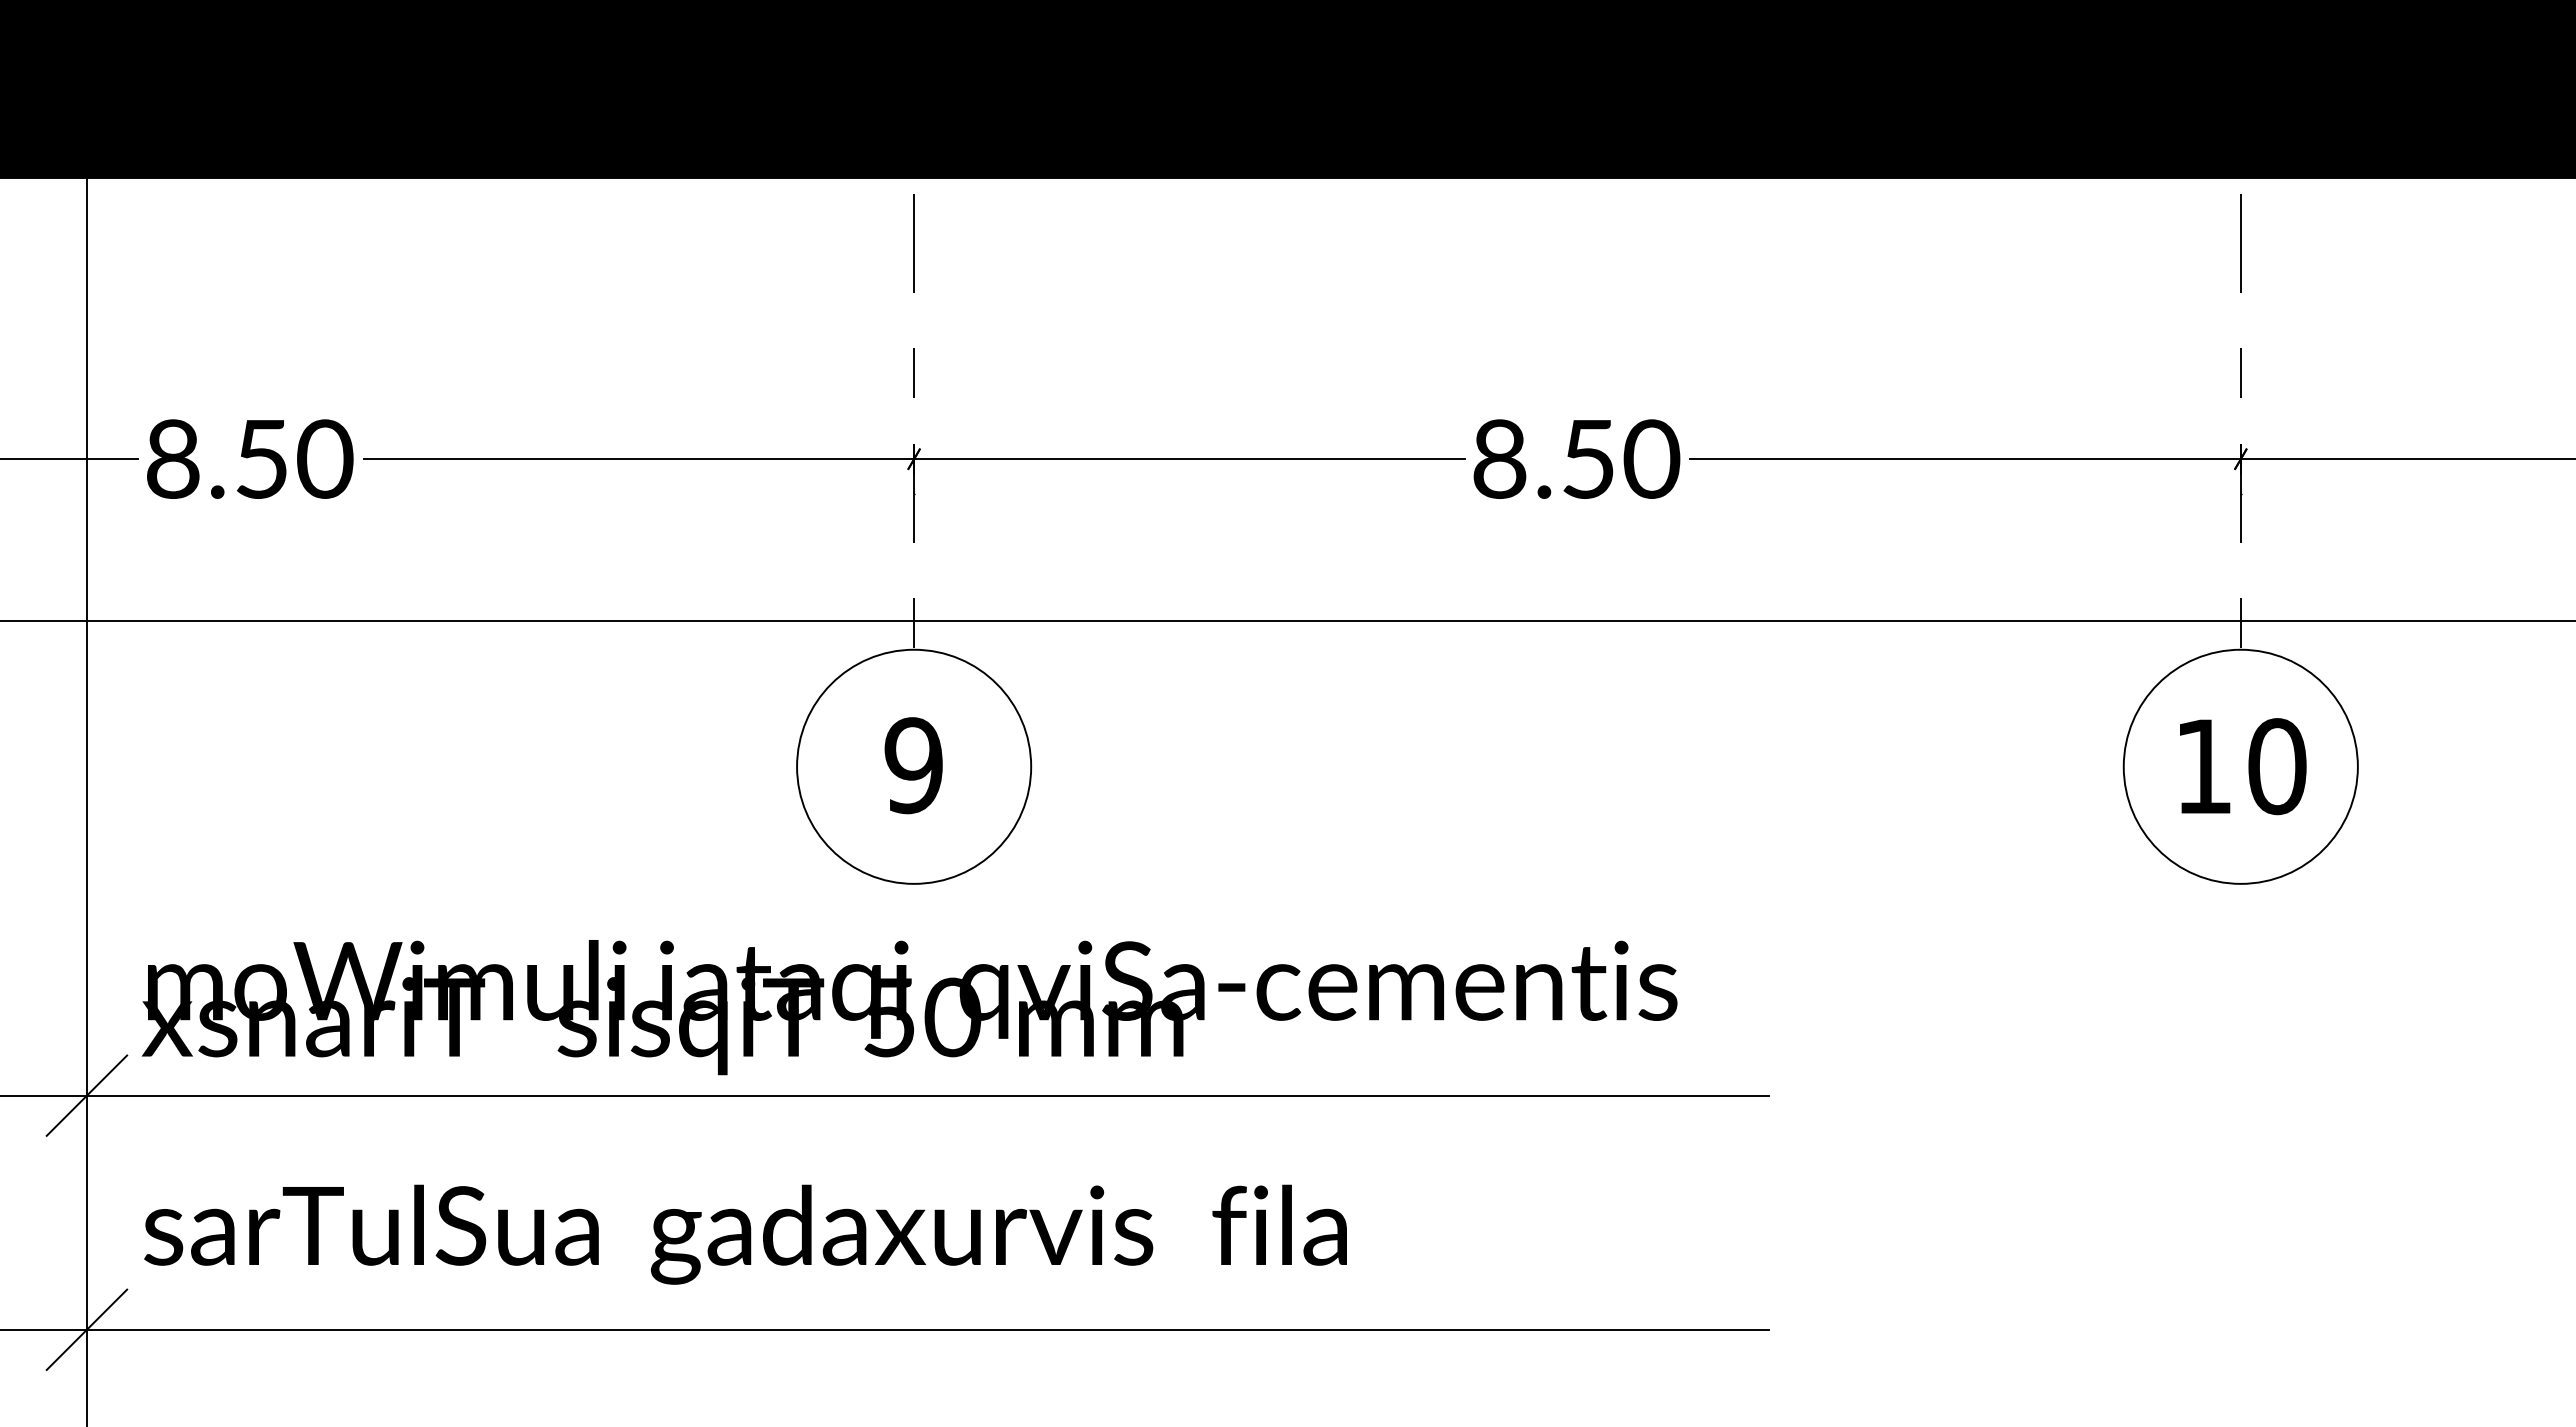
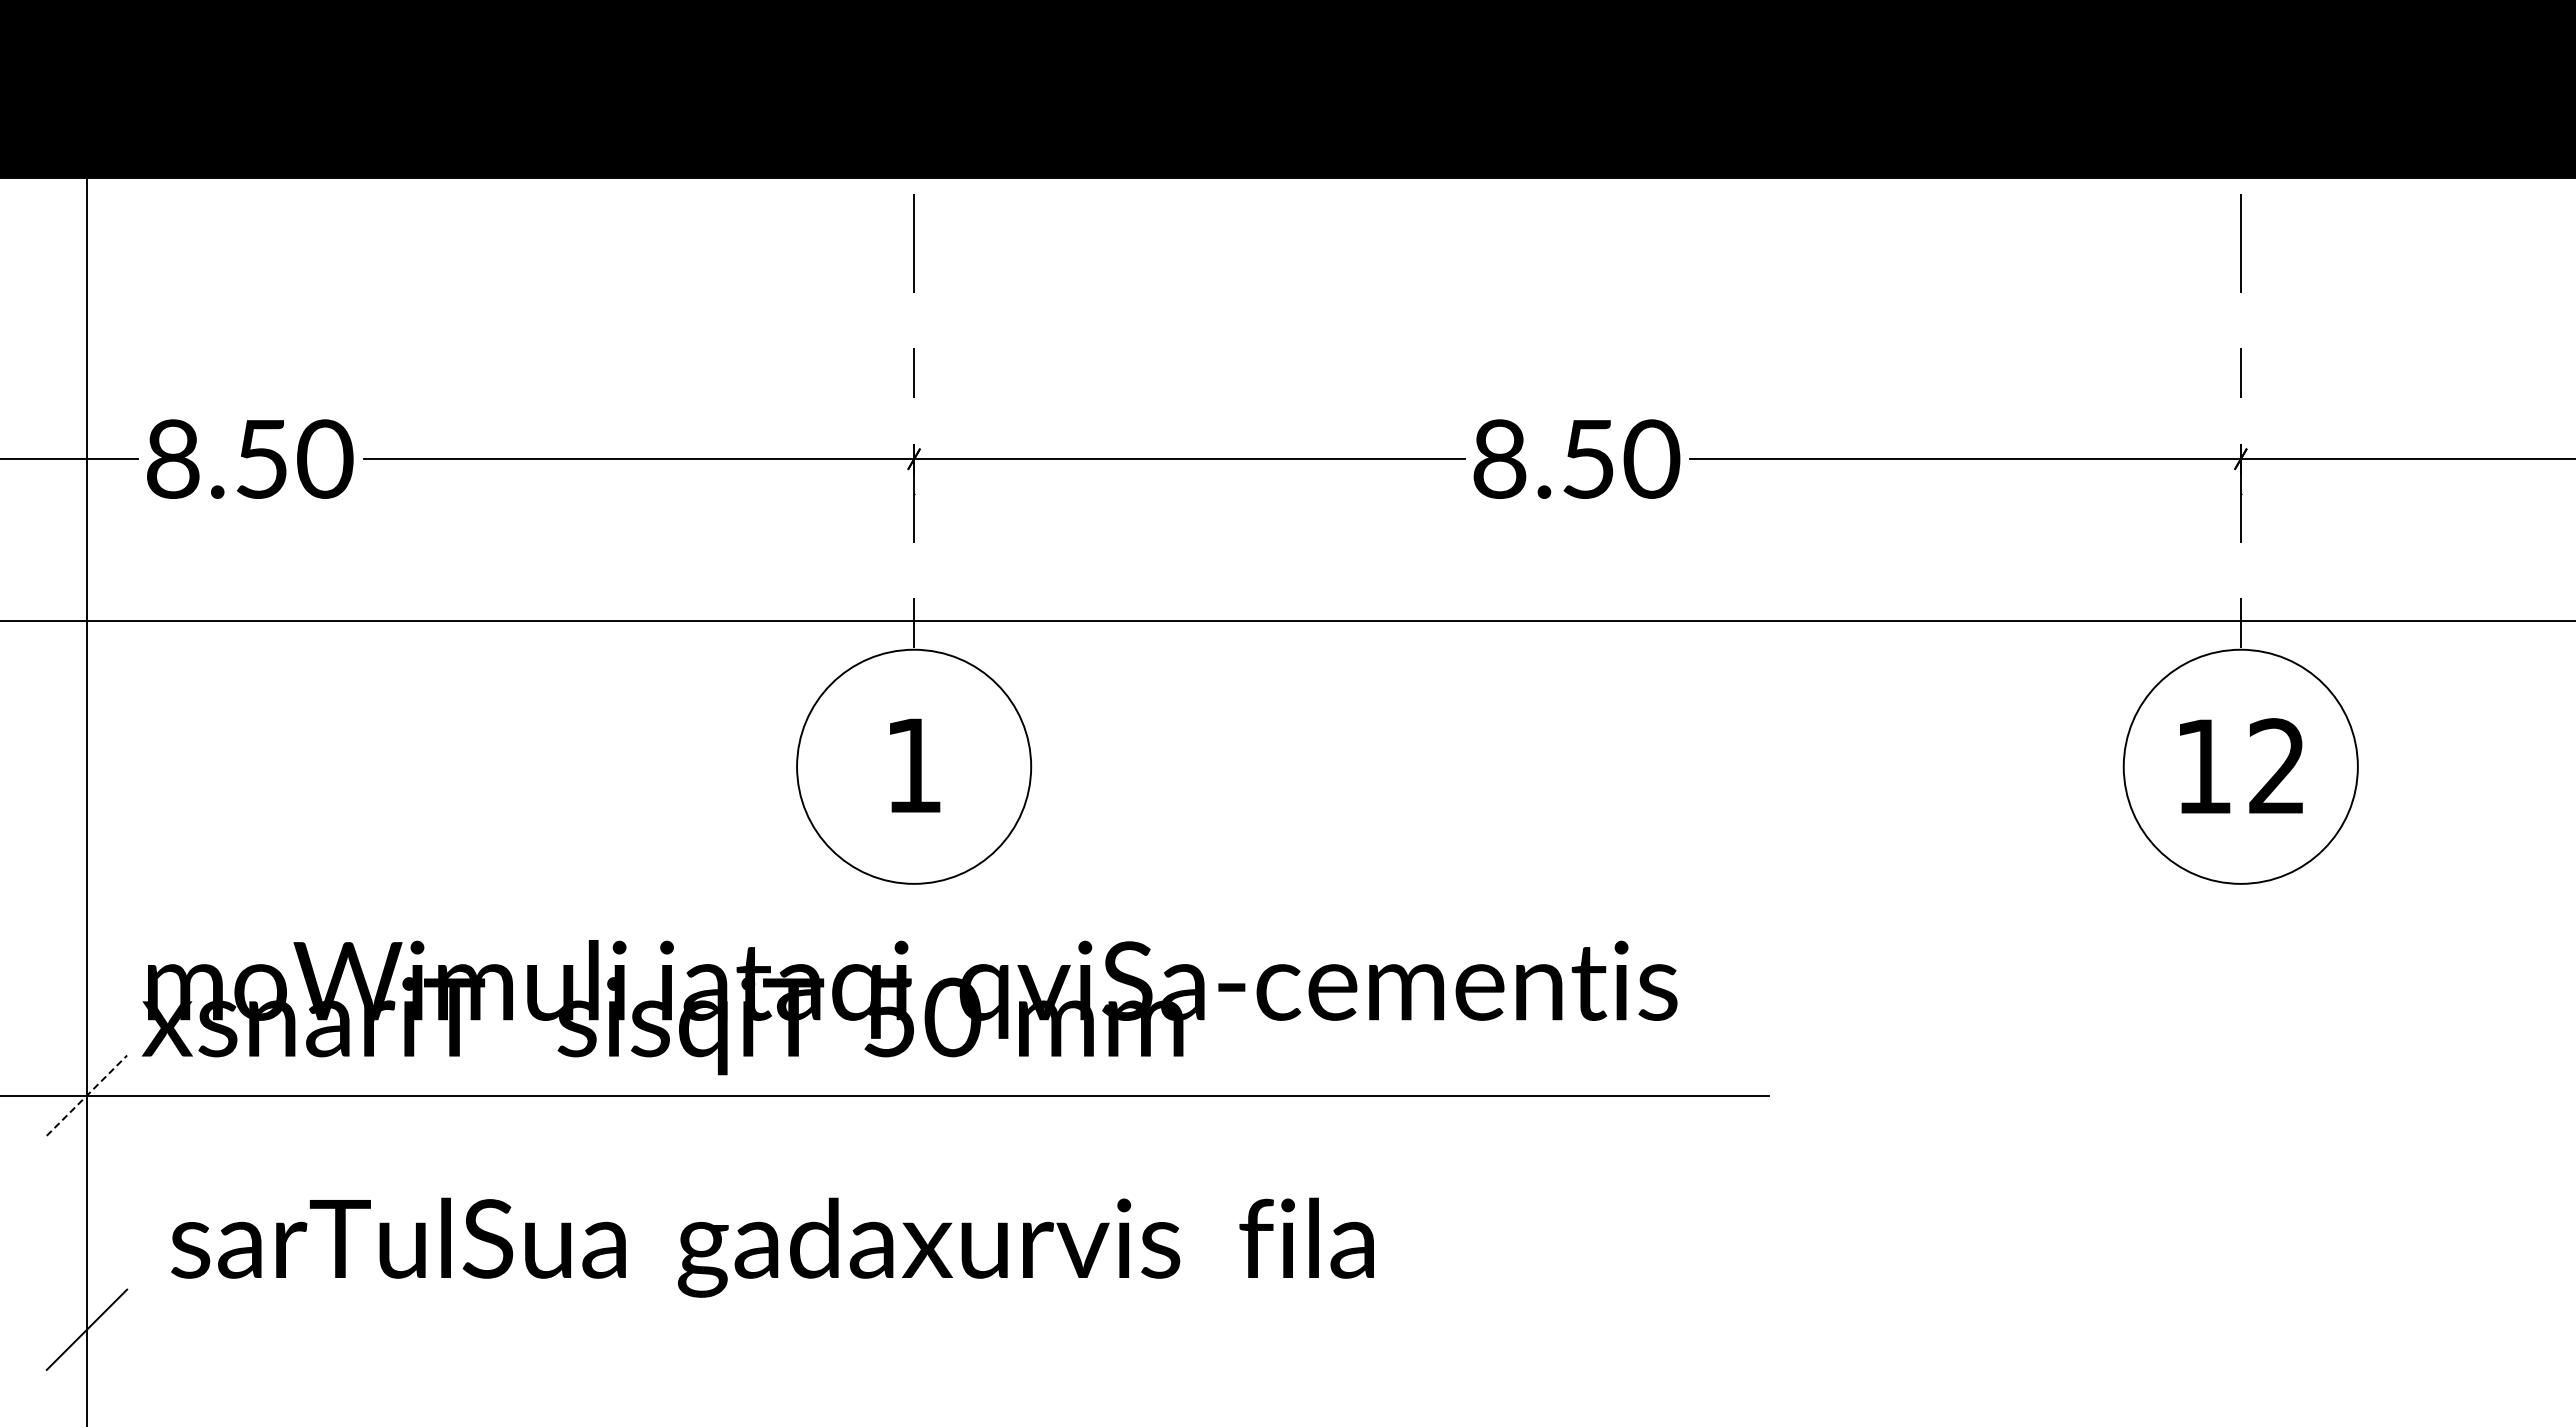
text at (913, 765): 9 -> 1
text at (2277, 766): 10 -> 12
line at (86, 1095): solid -> dashed
text at (745, 1234) position: (745, 1234) -> (772, 1247)
line at (885, 1329): present -> none
